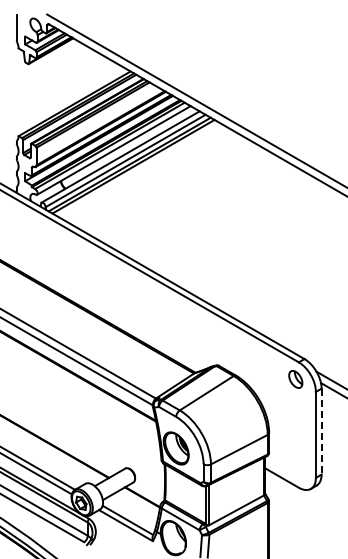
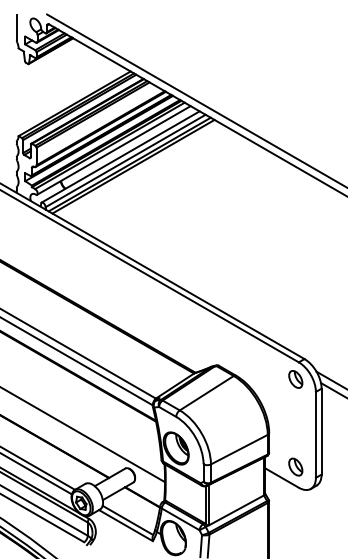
line at (321, 431): dashed -> solid
line at (83, 435): none -> present
part at (295, 466): none -> present
